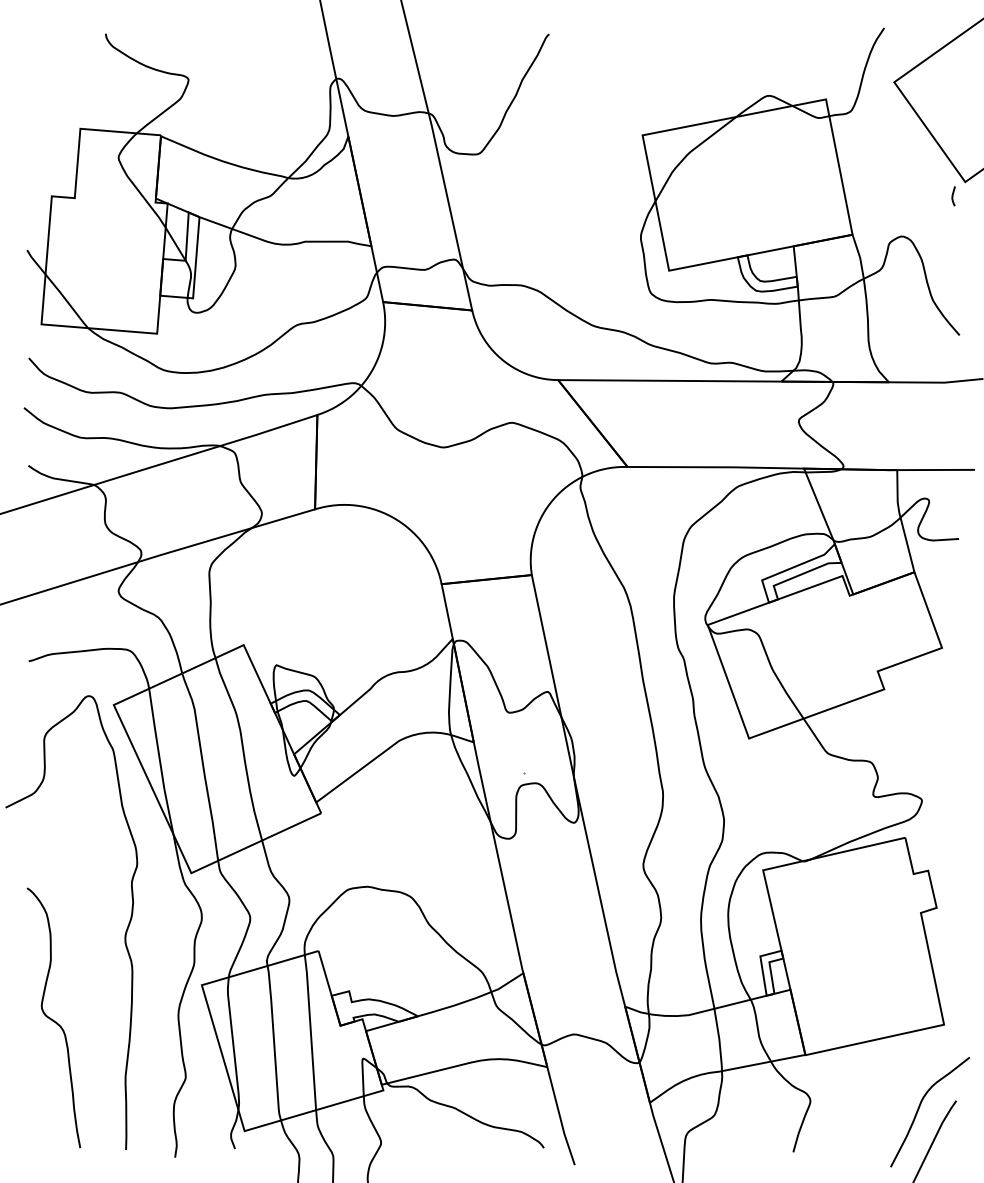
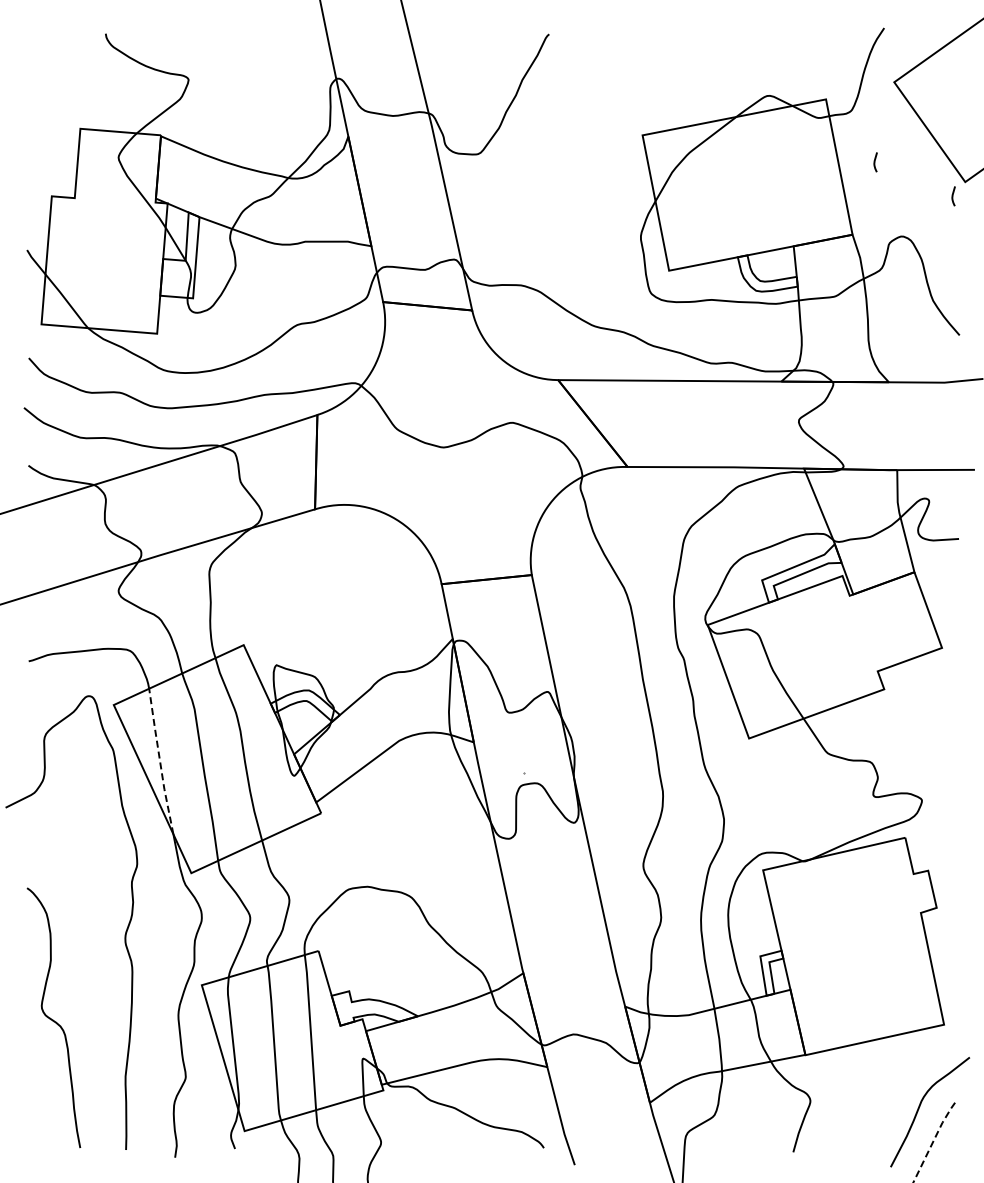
curve at (875, 162): none -> present
line at (160, 761): solid -> dashed
line at (934, 1139): solid -> dashed
